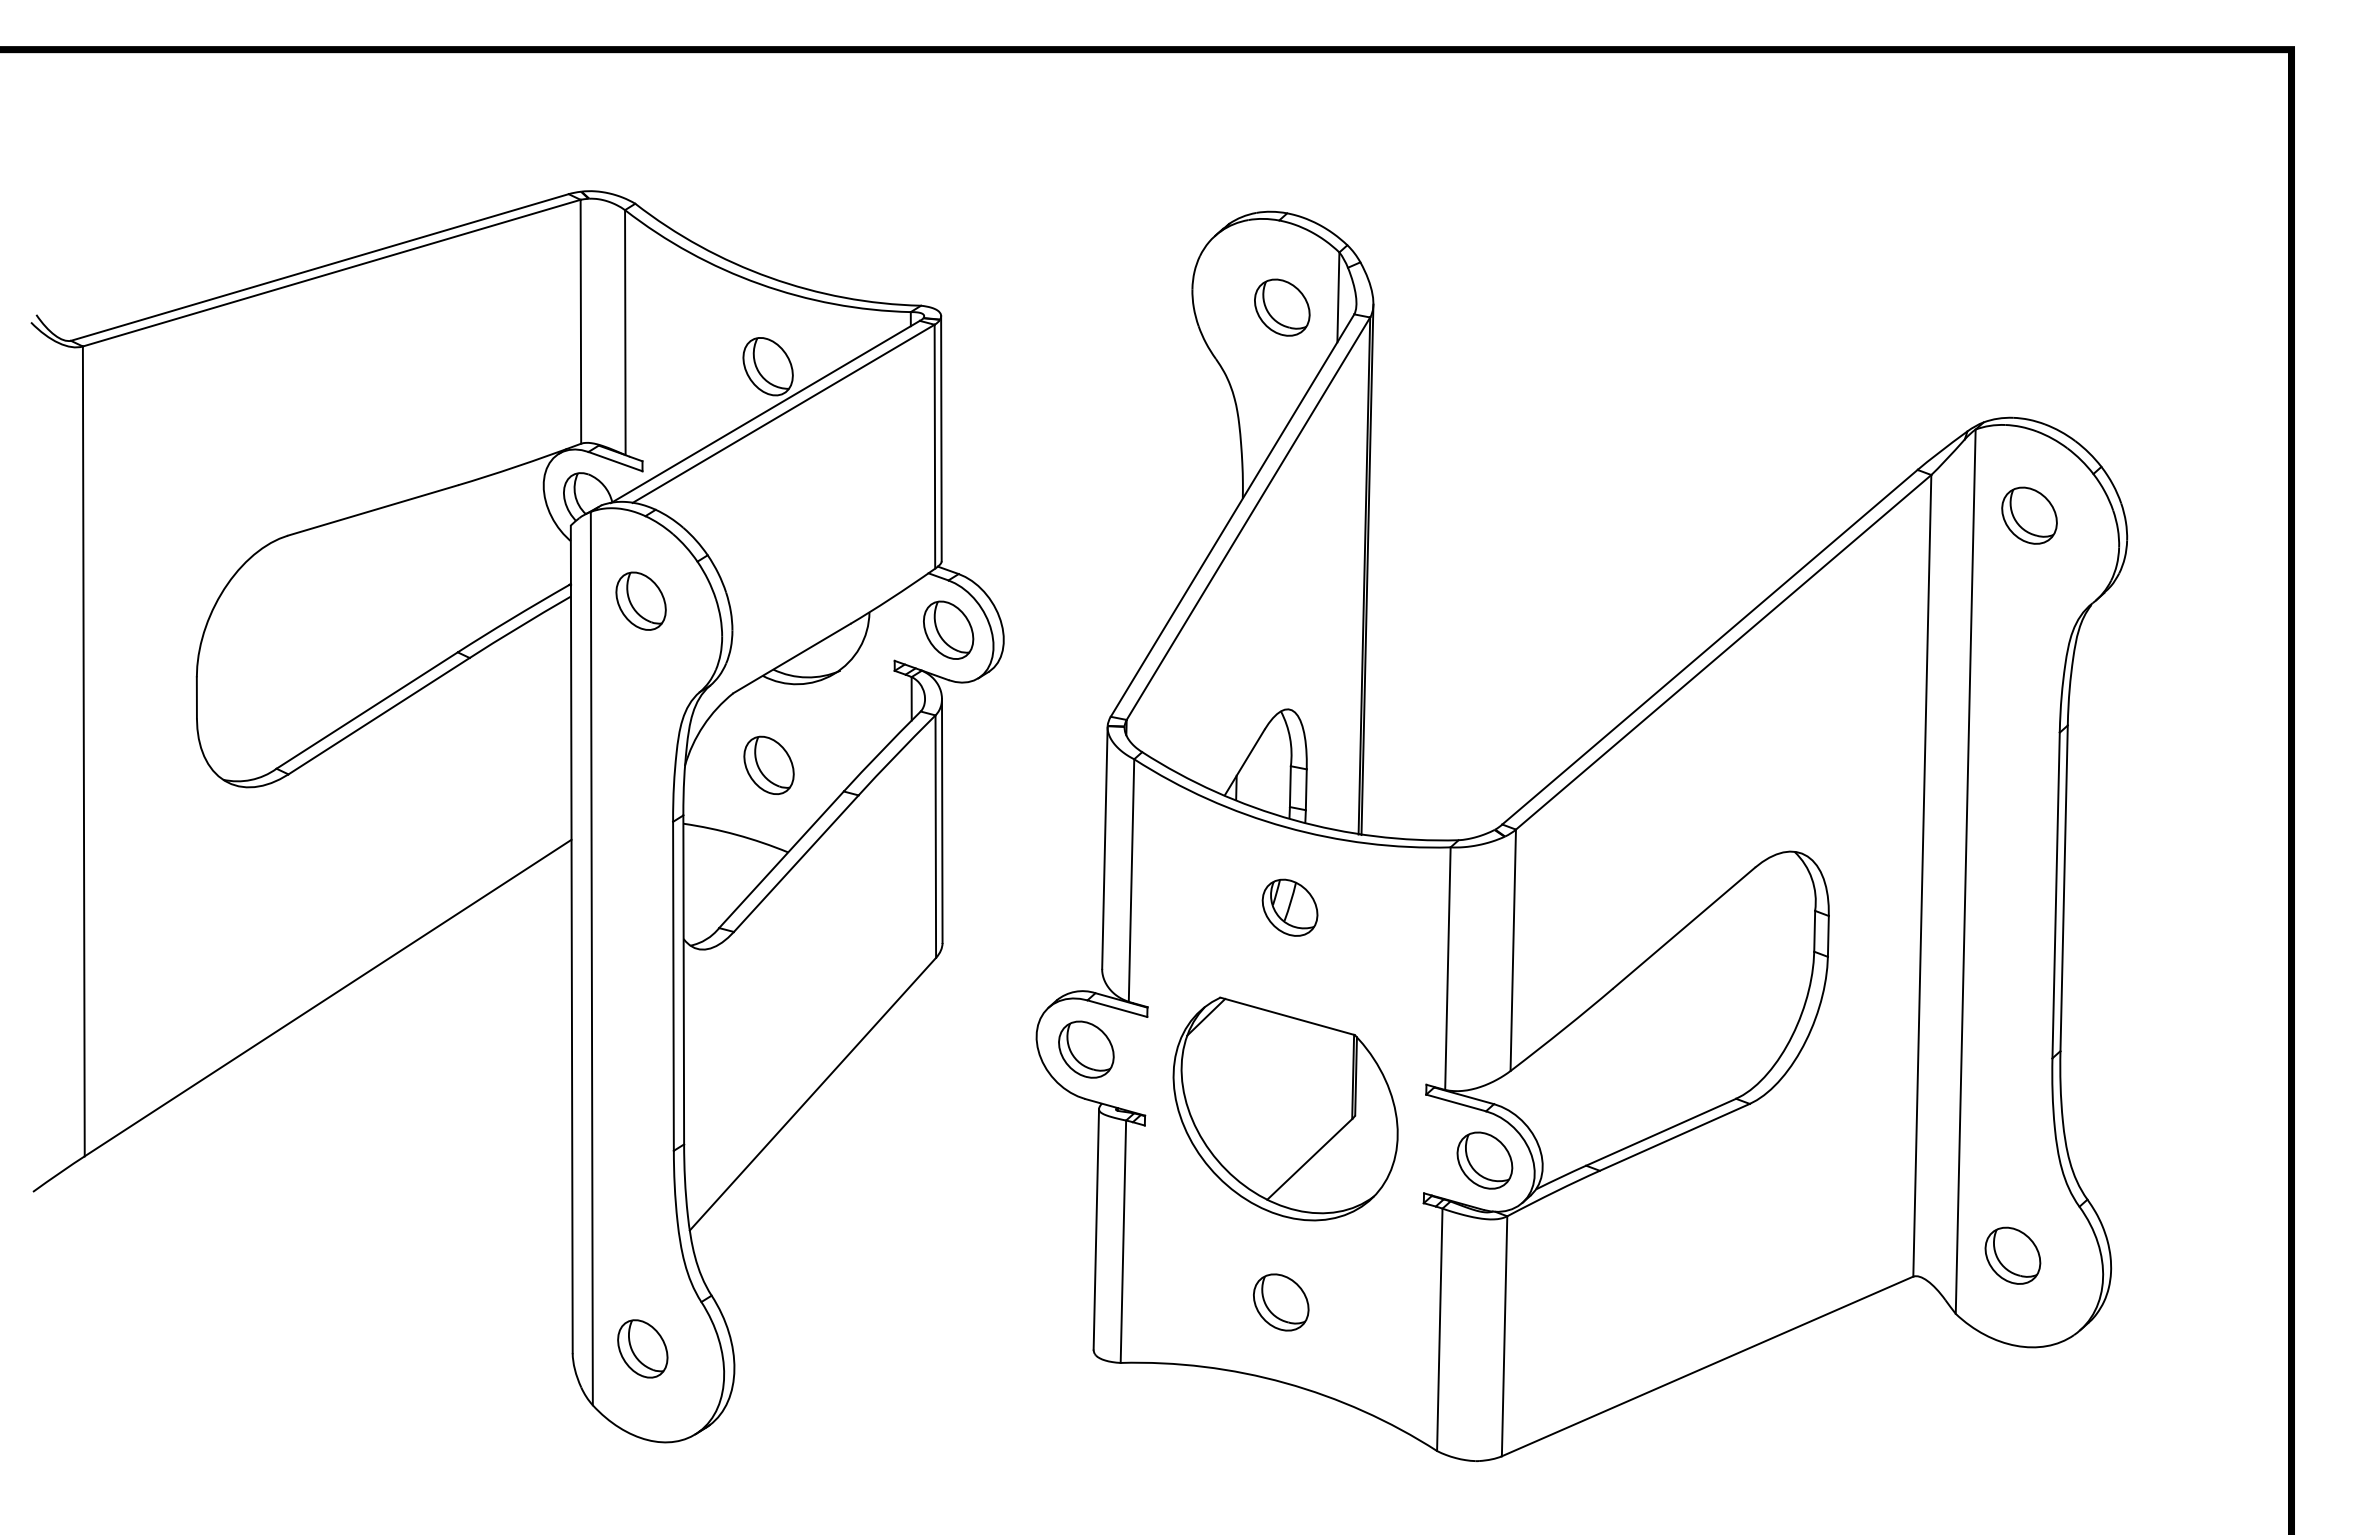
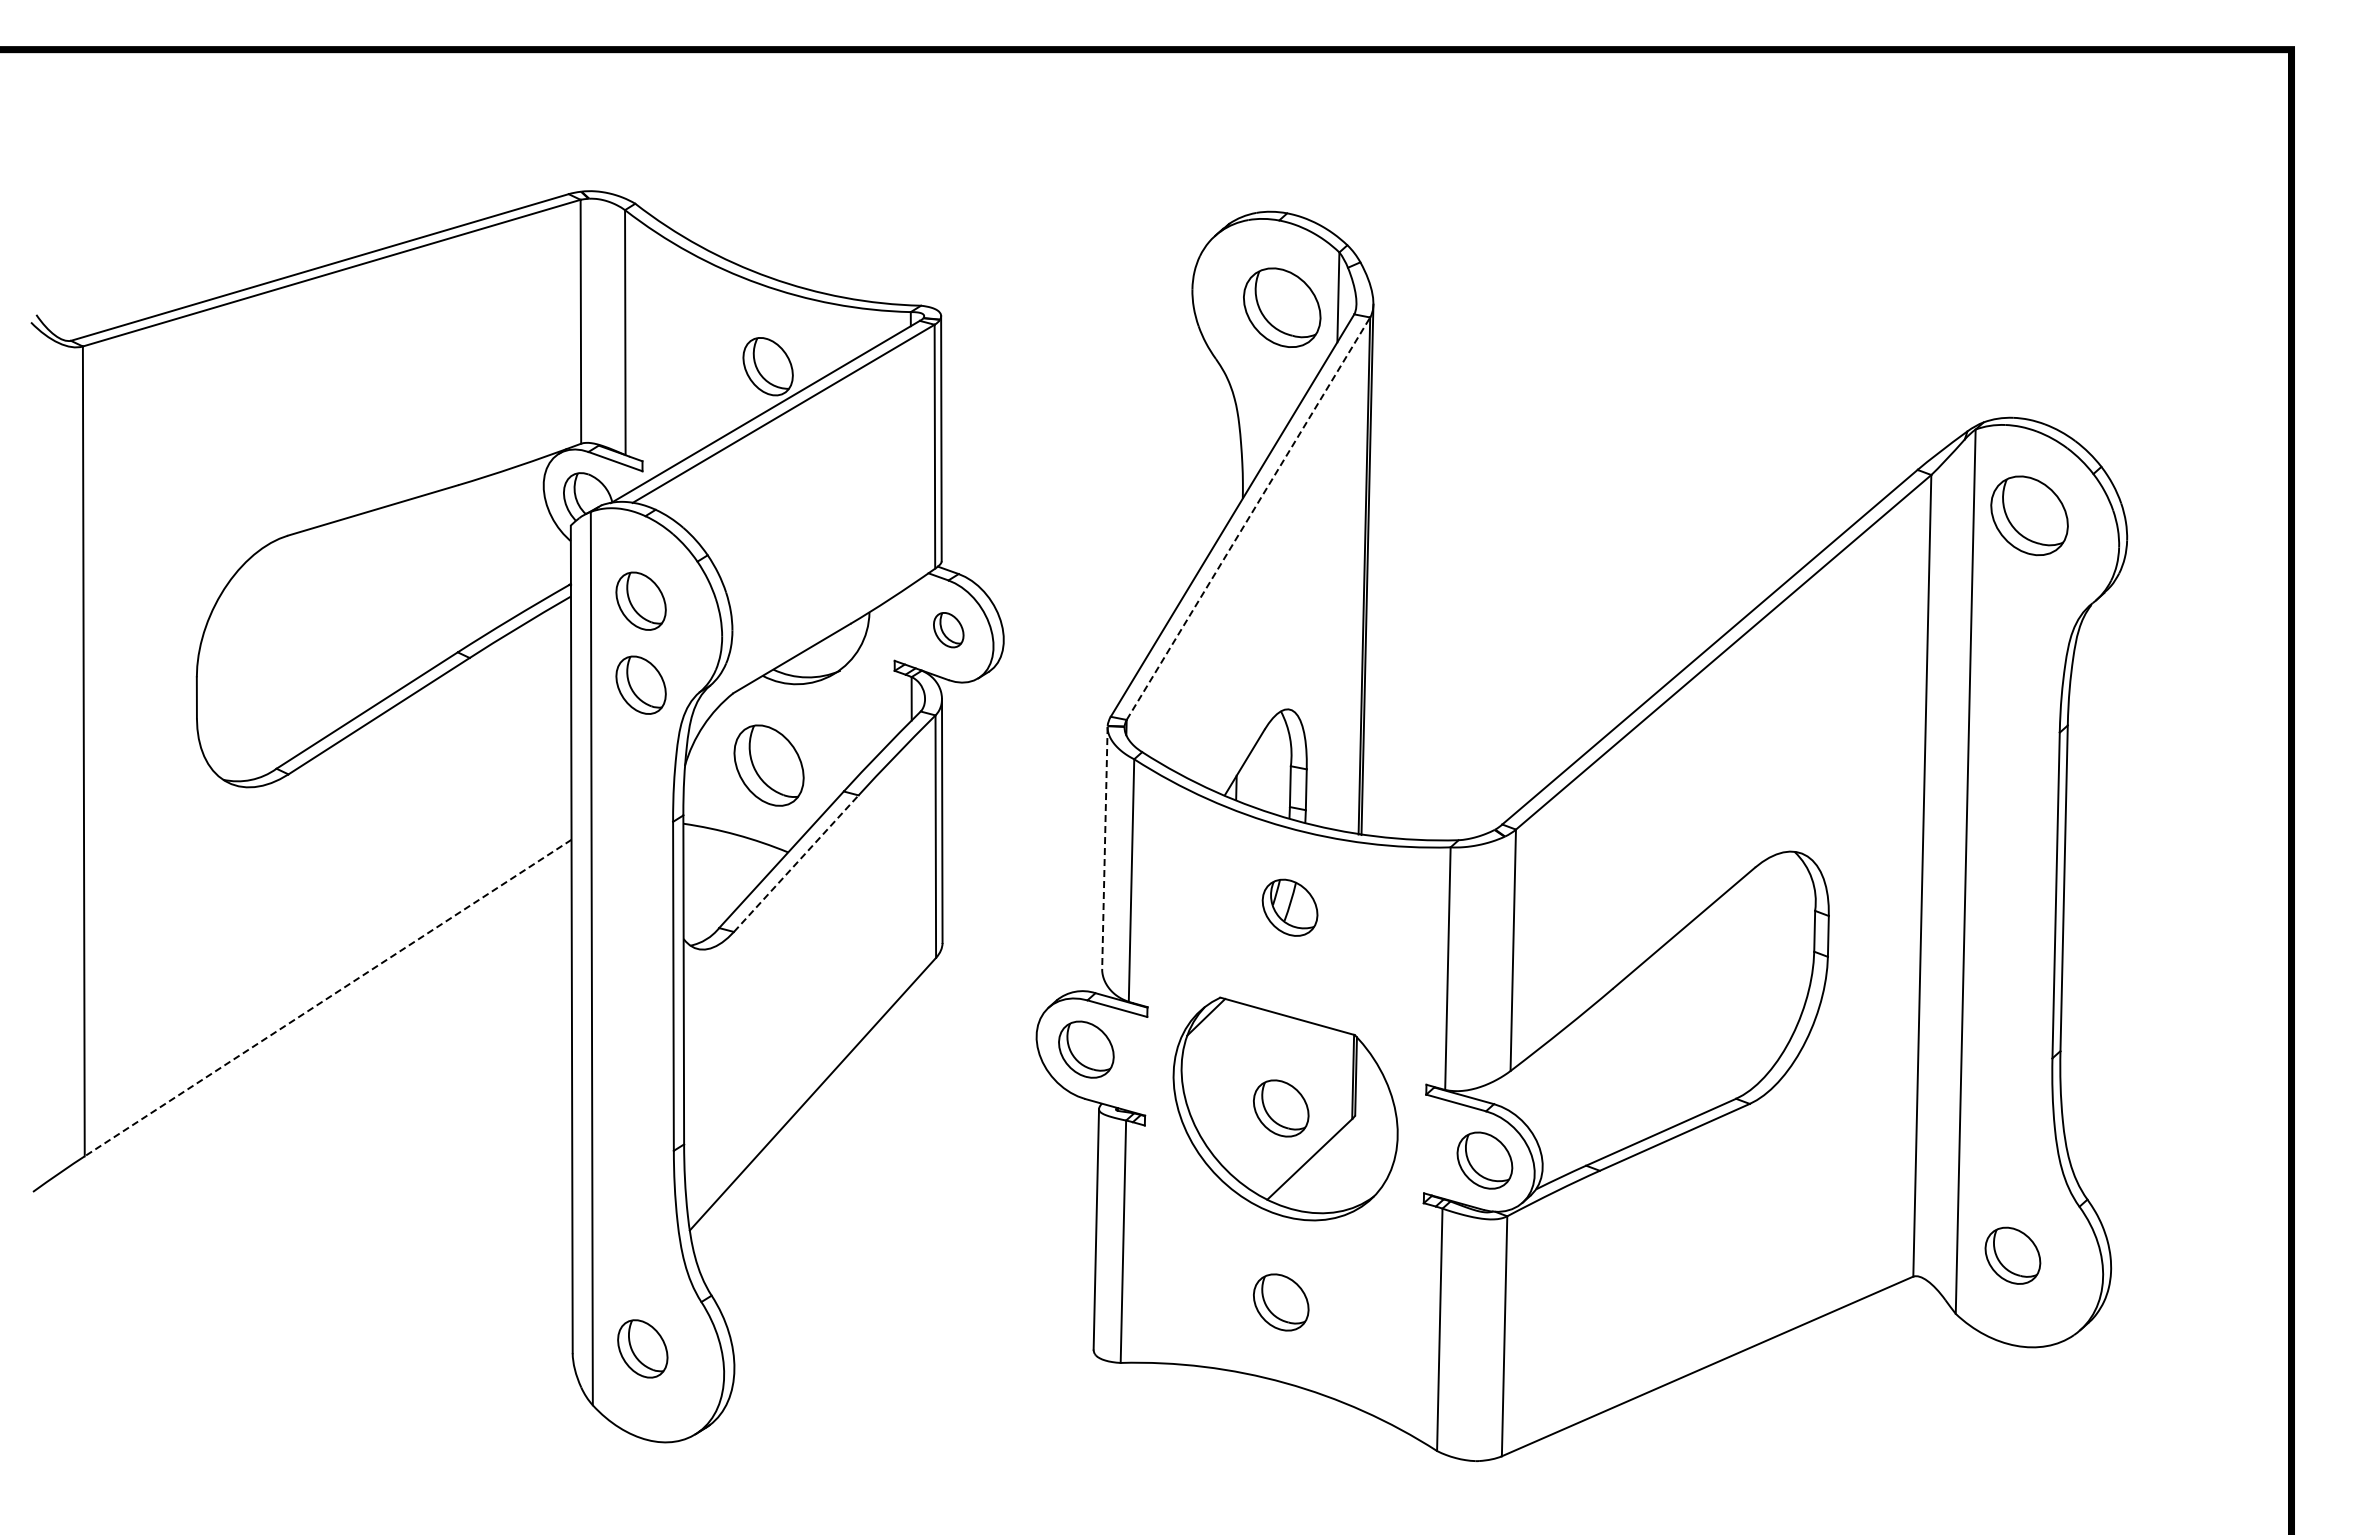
part at (1282, 307) size: 57x59 px -> 79x81 px
part at (2029, 515) size: 57x59 px -> 79x82 px
line at (1248, 518): solid -> dashed
part at (948, 629) size: 52x60 px -> 32x37 px
part at (640, 684): none -> present
part at (768, 764) size: 52x60 px -> 72x83 px
line at (1104, 847): solid -> dashed
line at (796, 863): solid -> dashed
line at (327, 998): solid -> dashed
part at (1281, 1108): none -> present
